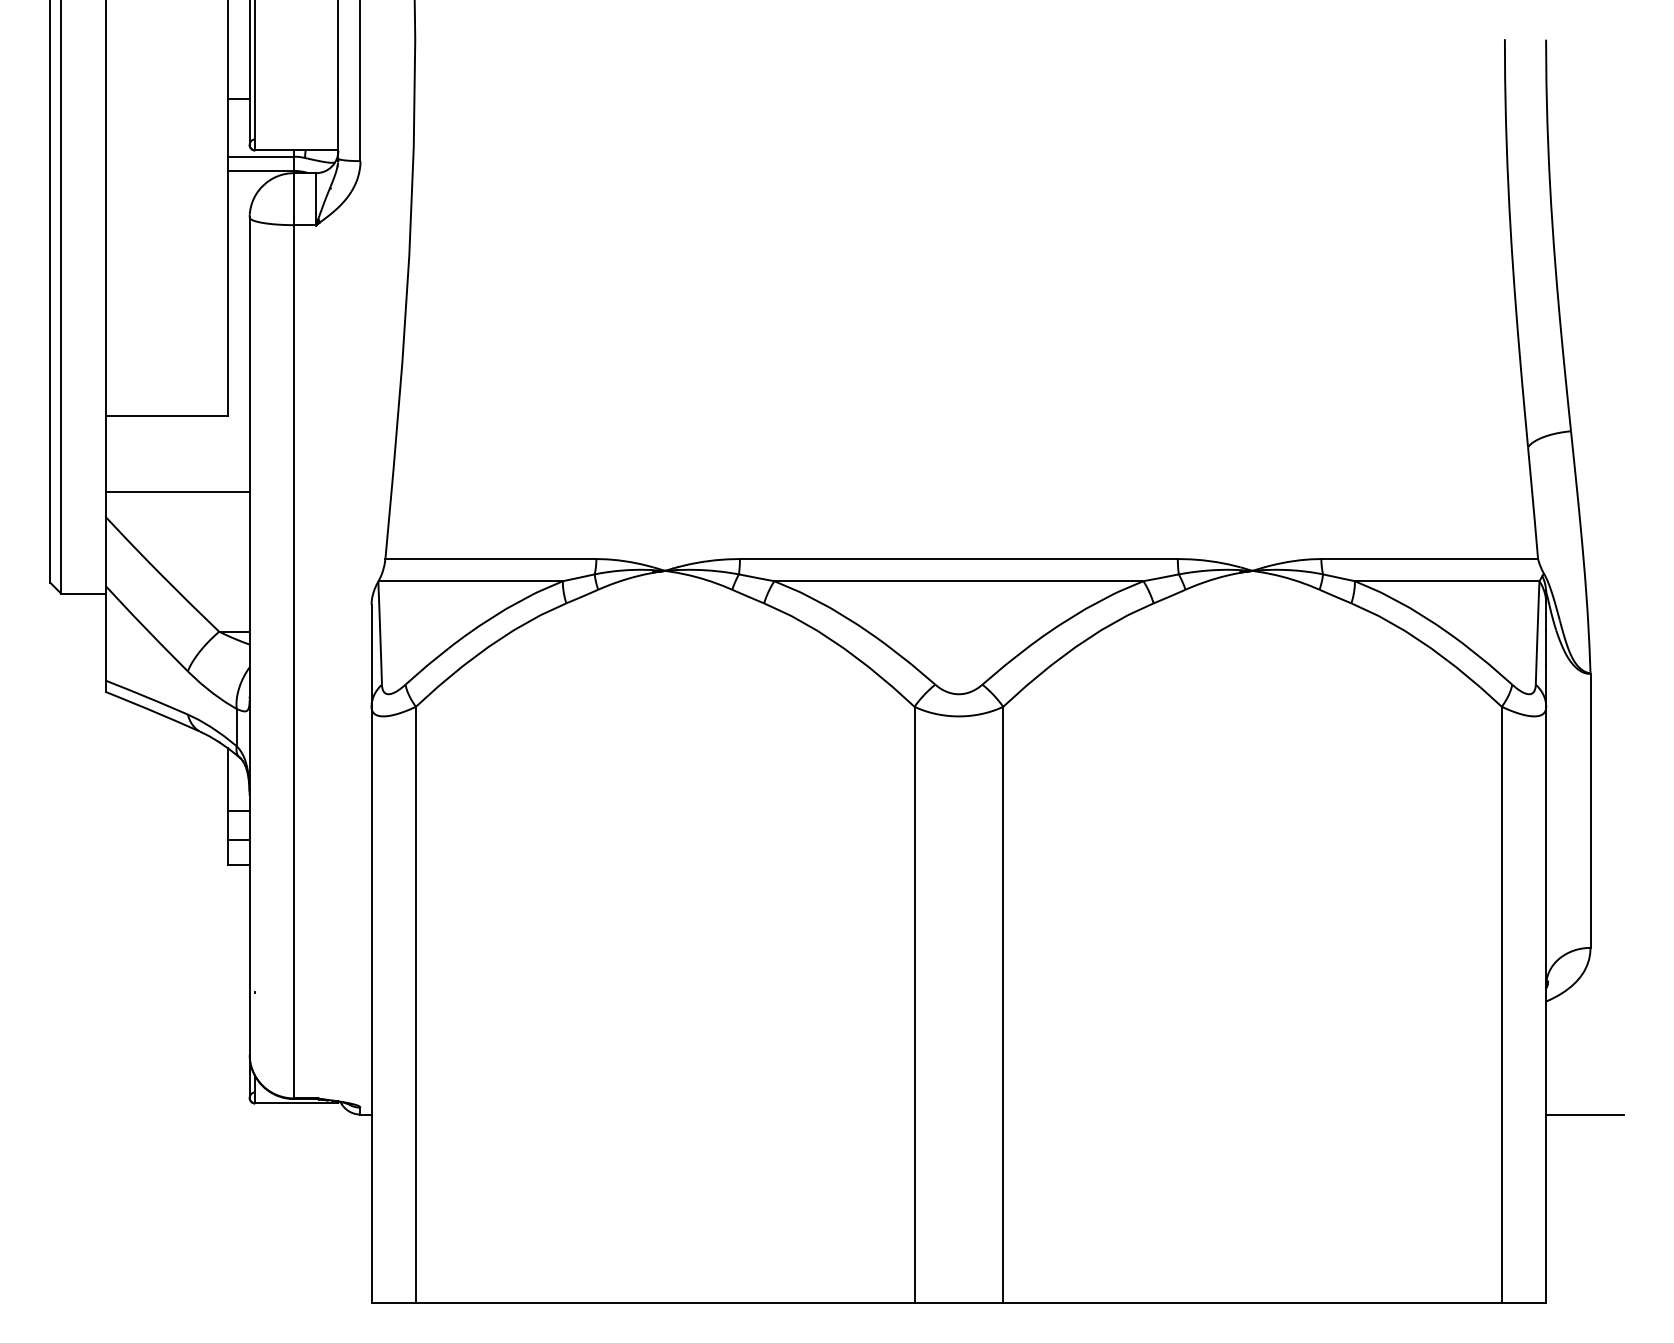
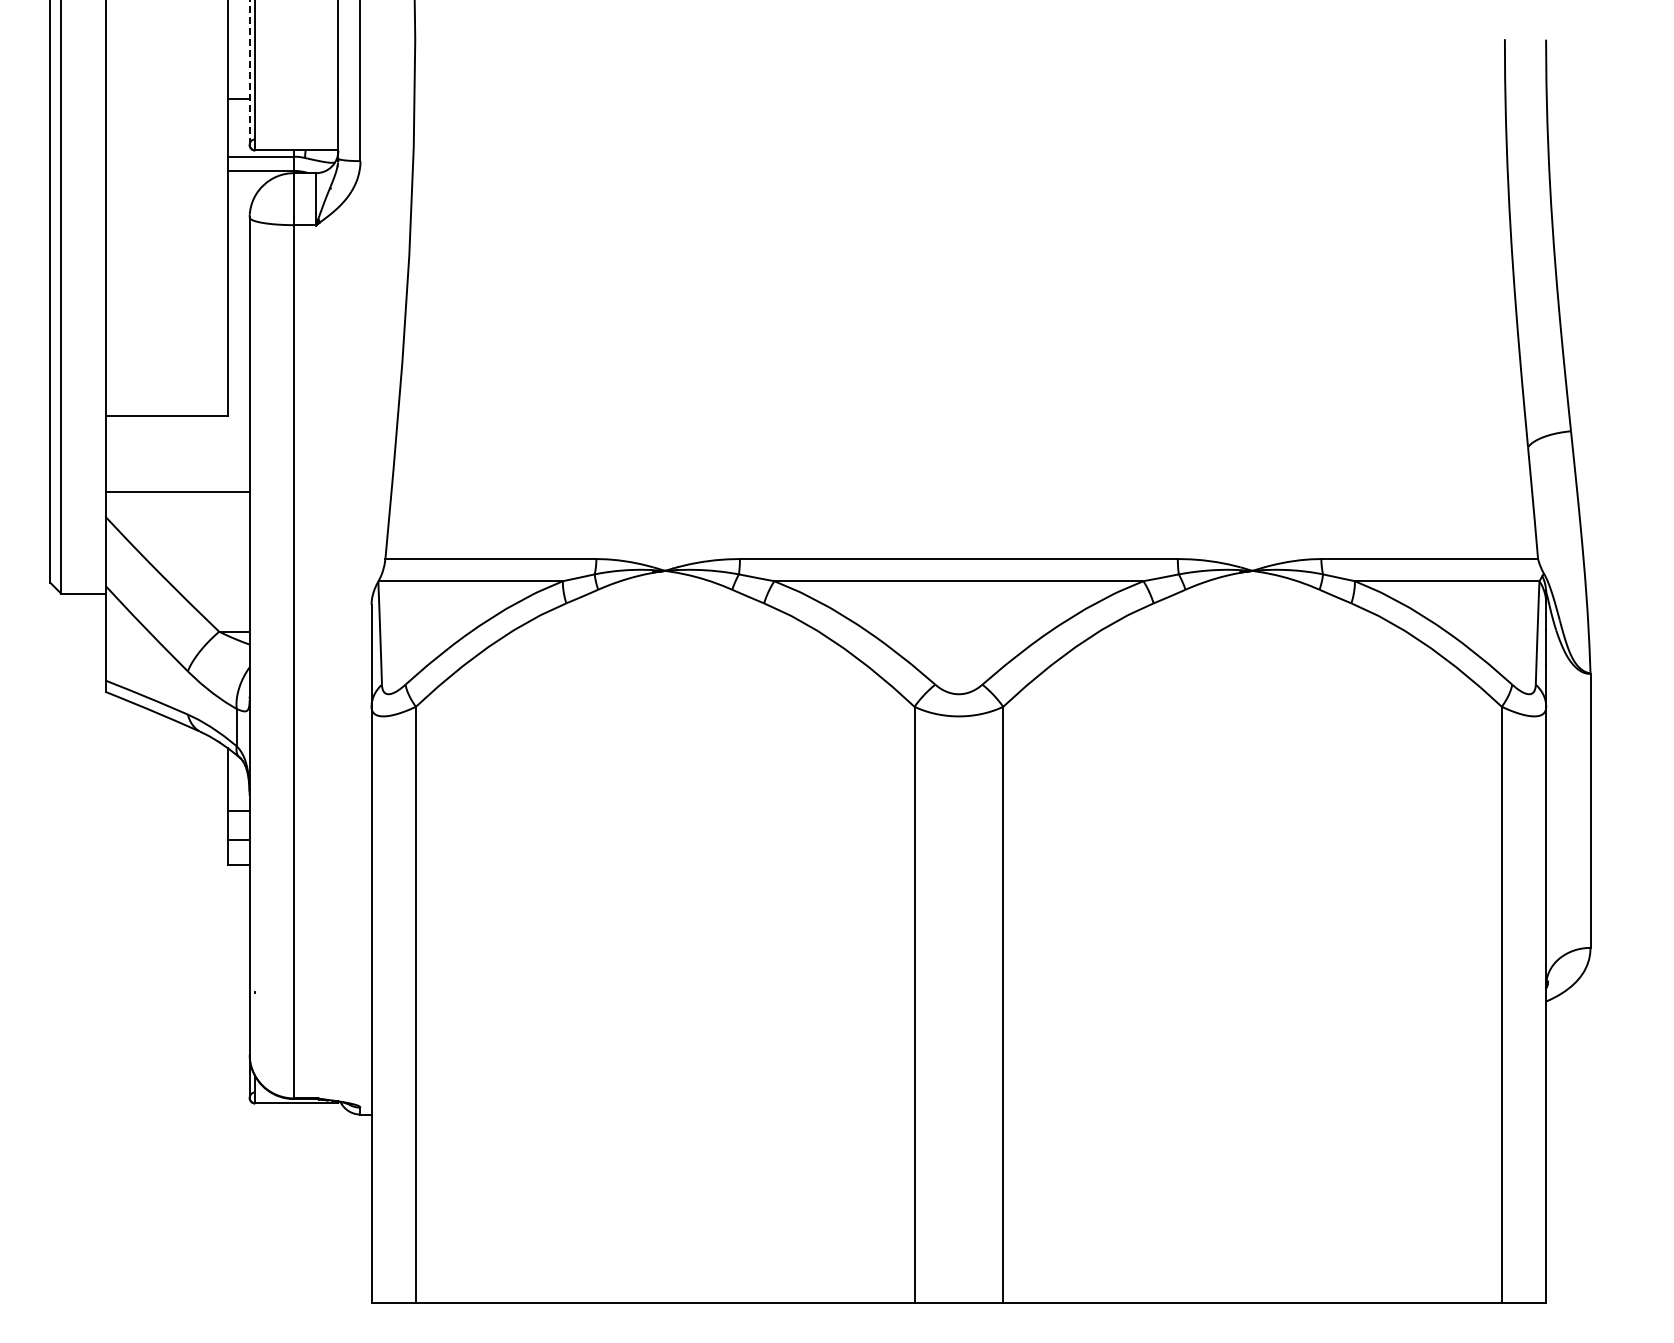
line at (249, 72): solid -> dashed
line at (1584, 1114): present -> none
